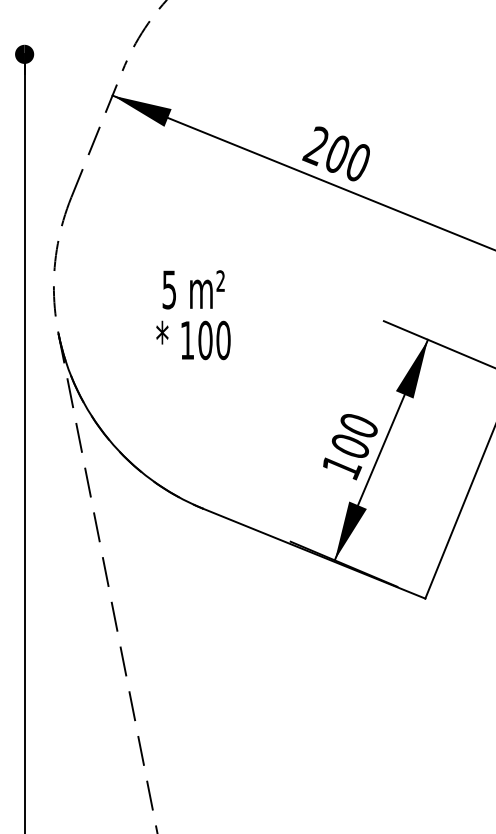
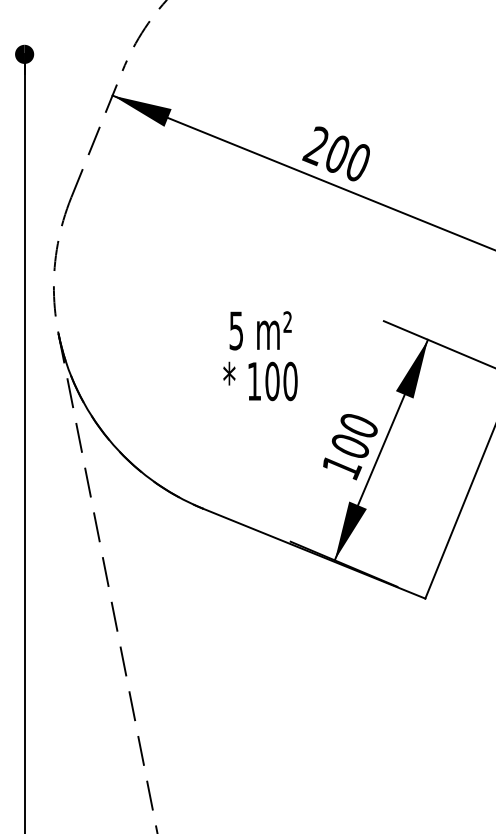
text at (193, 315) position: (193, 315) -> (260, 356)
